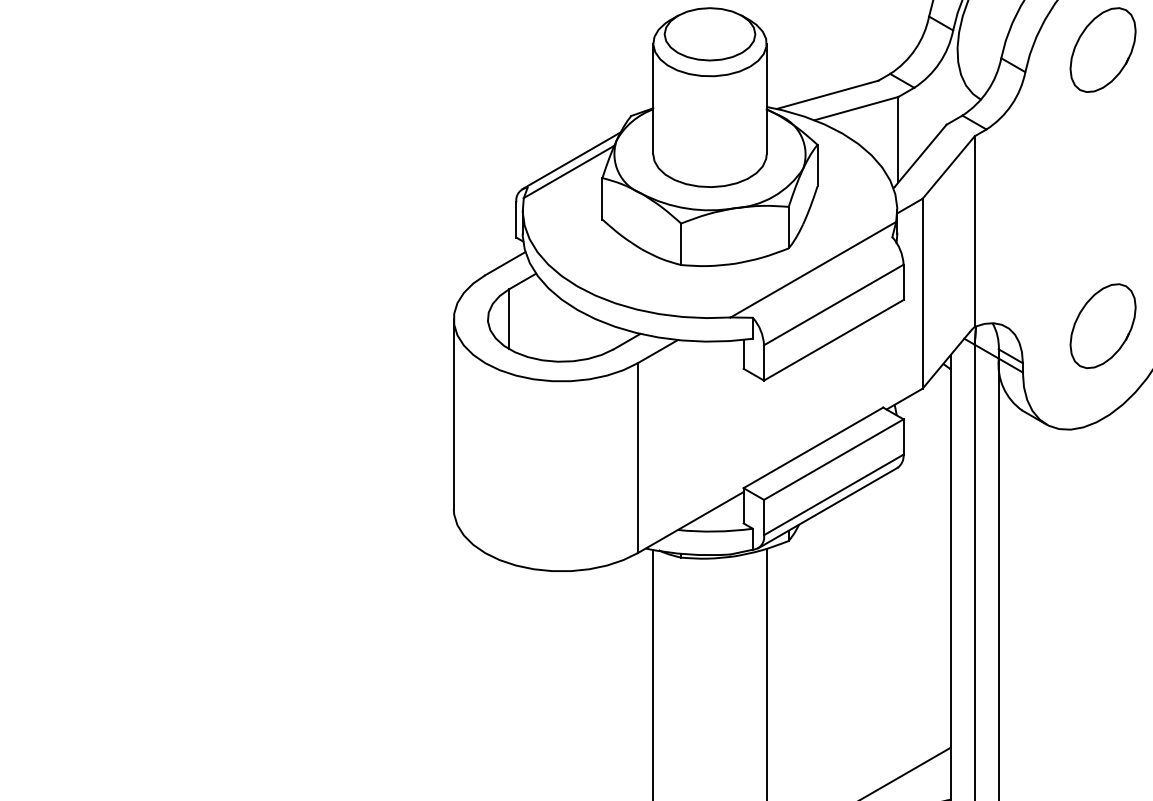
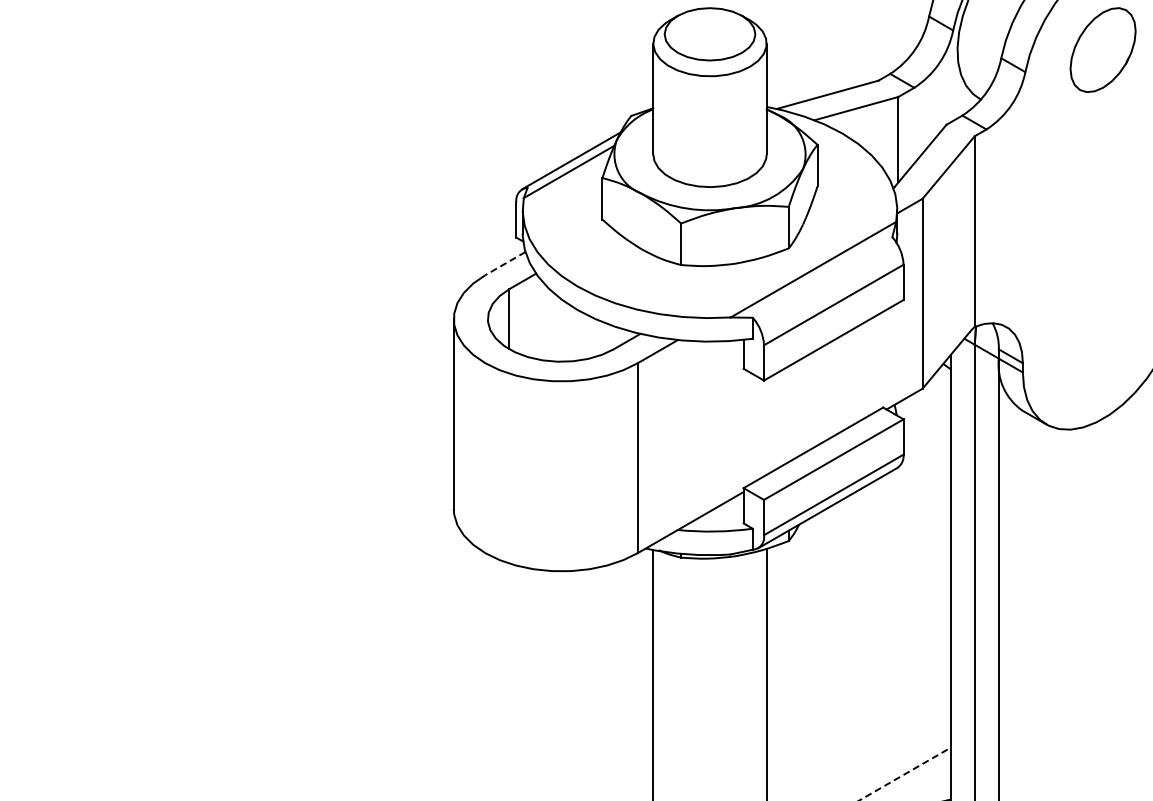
line at (504, 263): solid -> dashed
part at (1102, 325): present -> none
line at (905, 774): solid -> dashed
